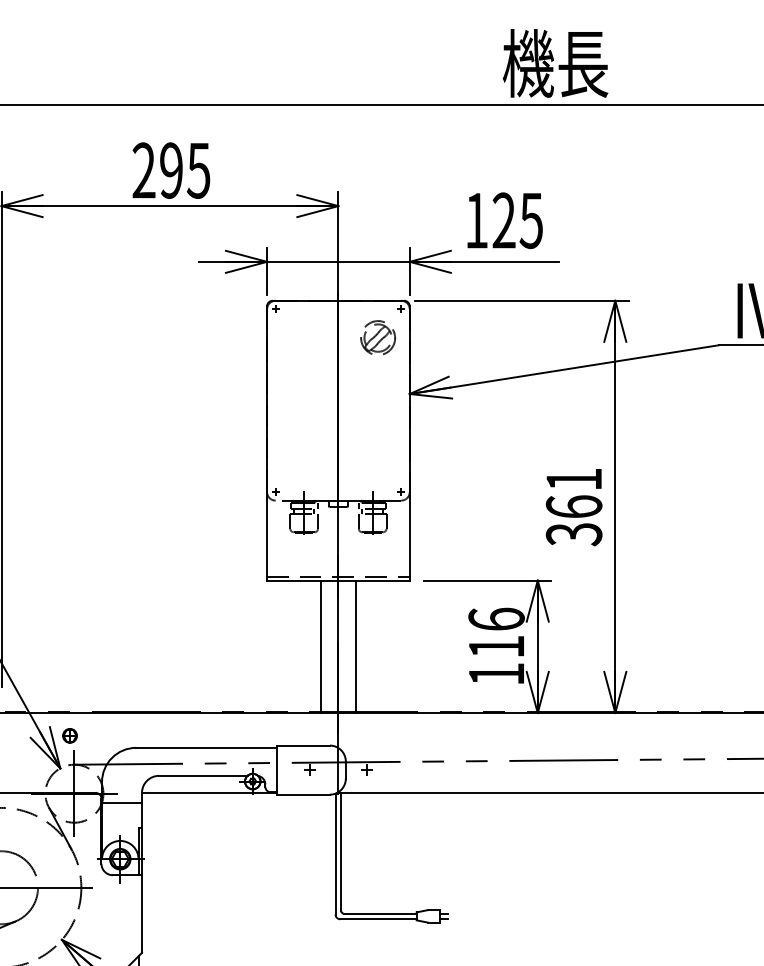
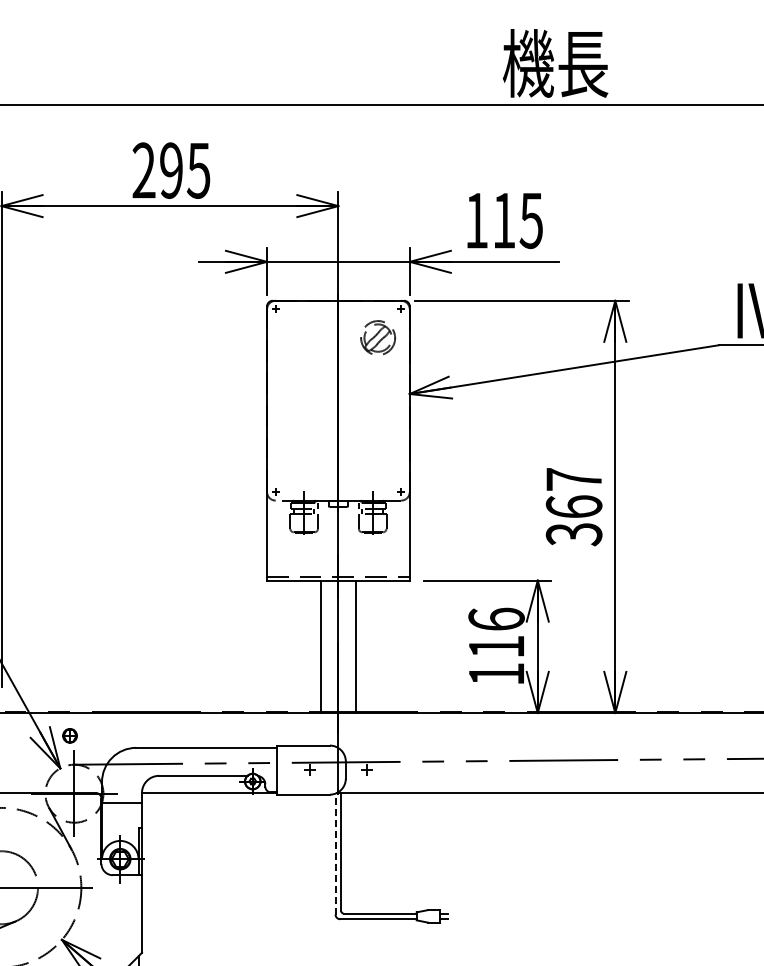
text at (503, 220): 125 -> 115
text at (573, 479): 361 -> 367
line at (335, 854): solid -> dashed
